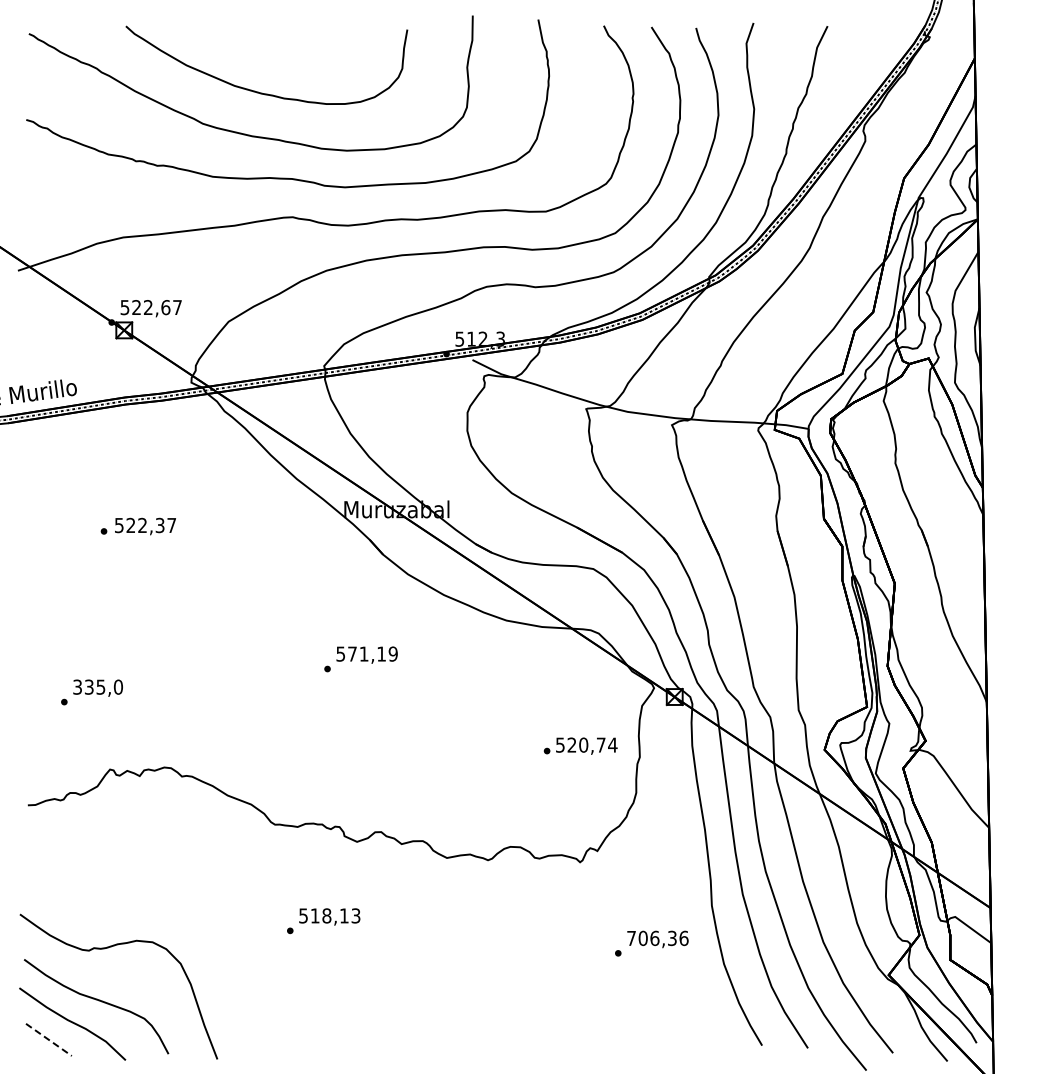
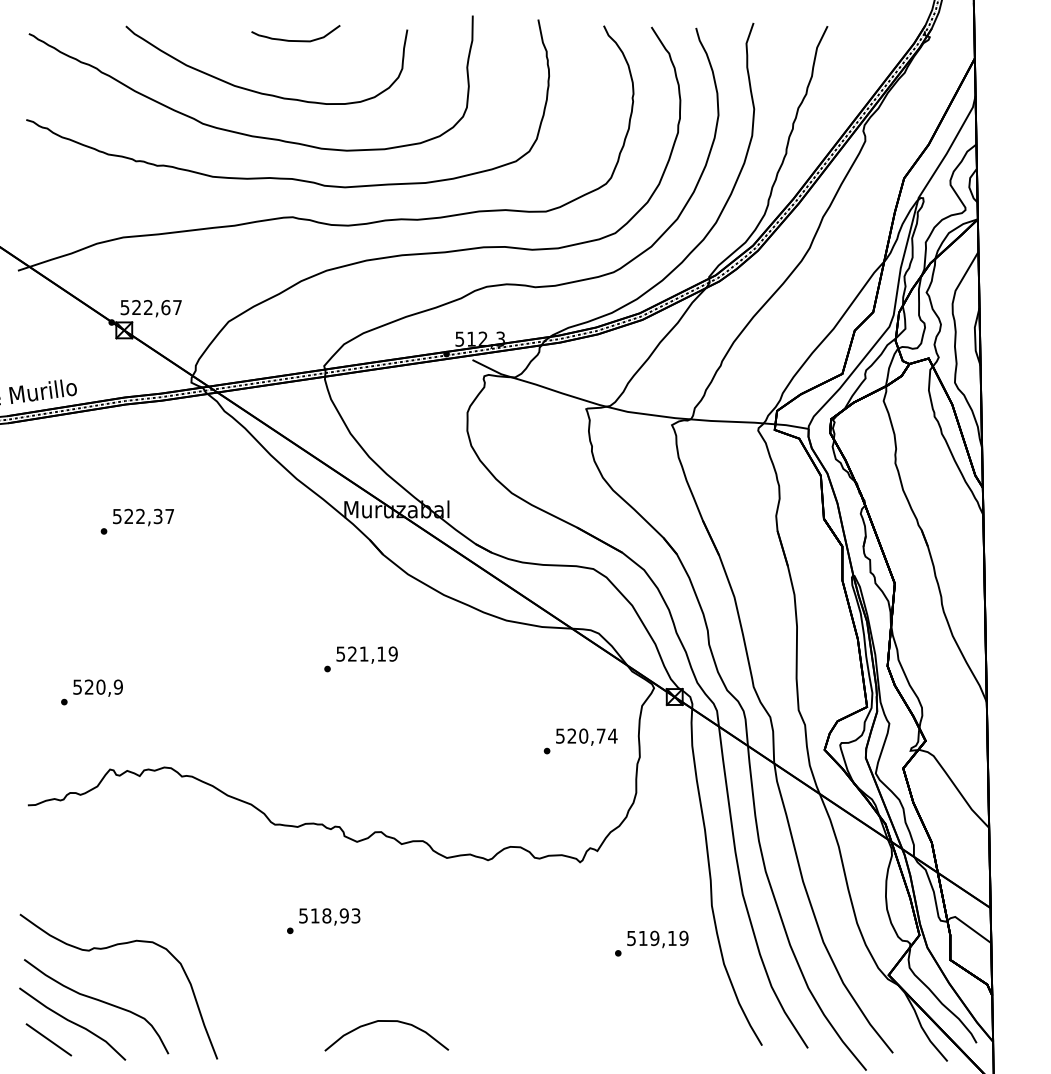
curve at (295, 40): none -> present
text at (145, 526) position: (145, 526) -> (143, 517)
text at (352, 653): 571,19 -> 521,19
text at (97, 686): 335,0 -> 520,9
text at (586, 745) position: (586, 745) -> (586, 736)
text at (343, 915): 518,13 -> 518,93
text at (657, 938): 706,36 -> 519,19
curve at (386, 1021): none -> present
line at (48, 1039): dashed -> solid
